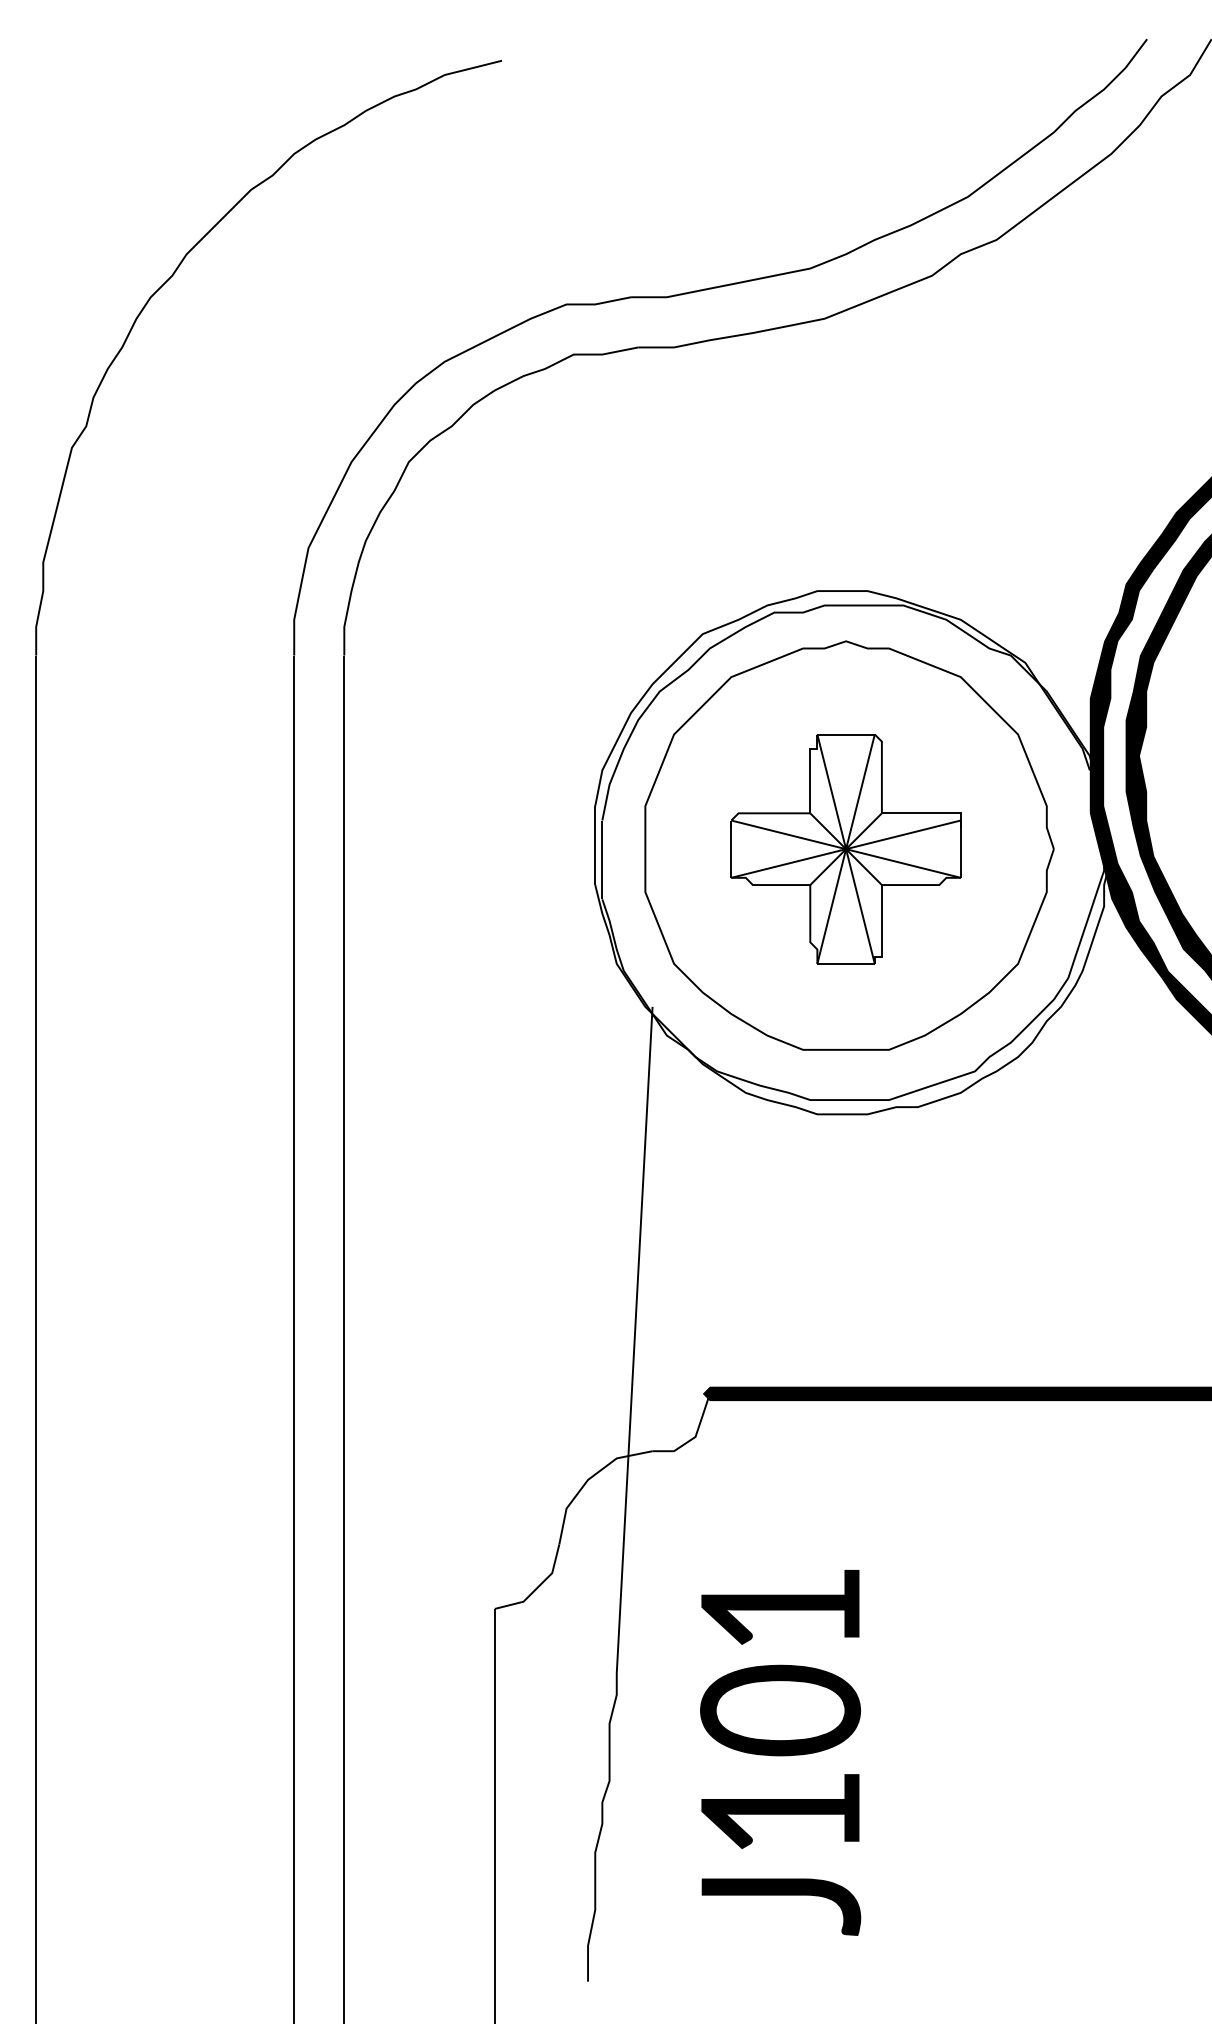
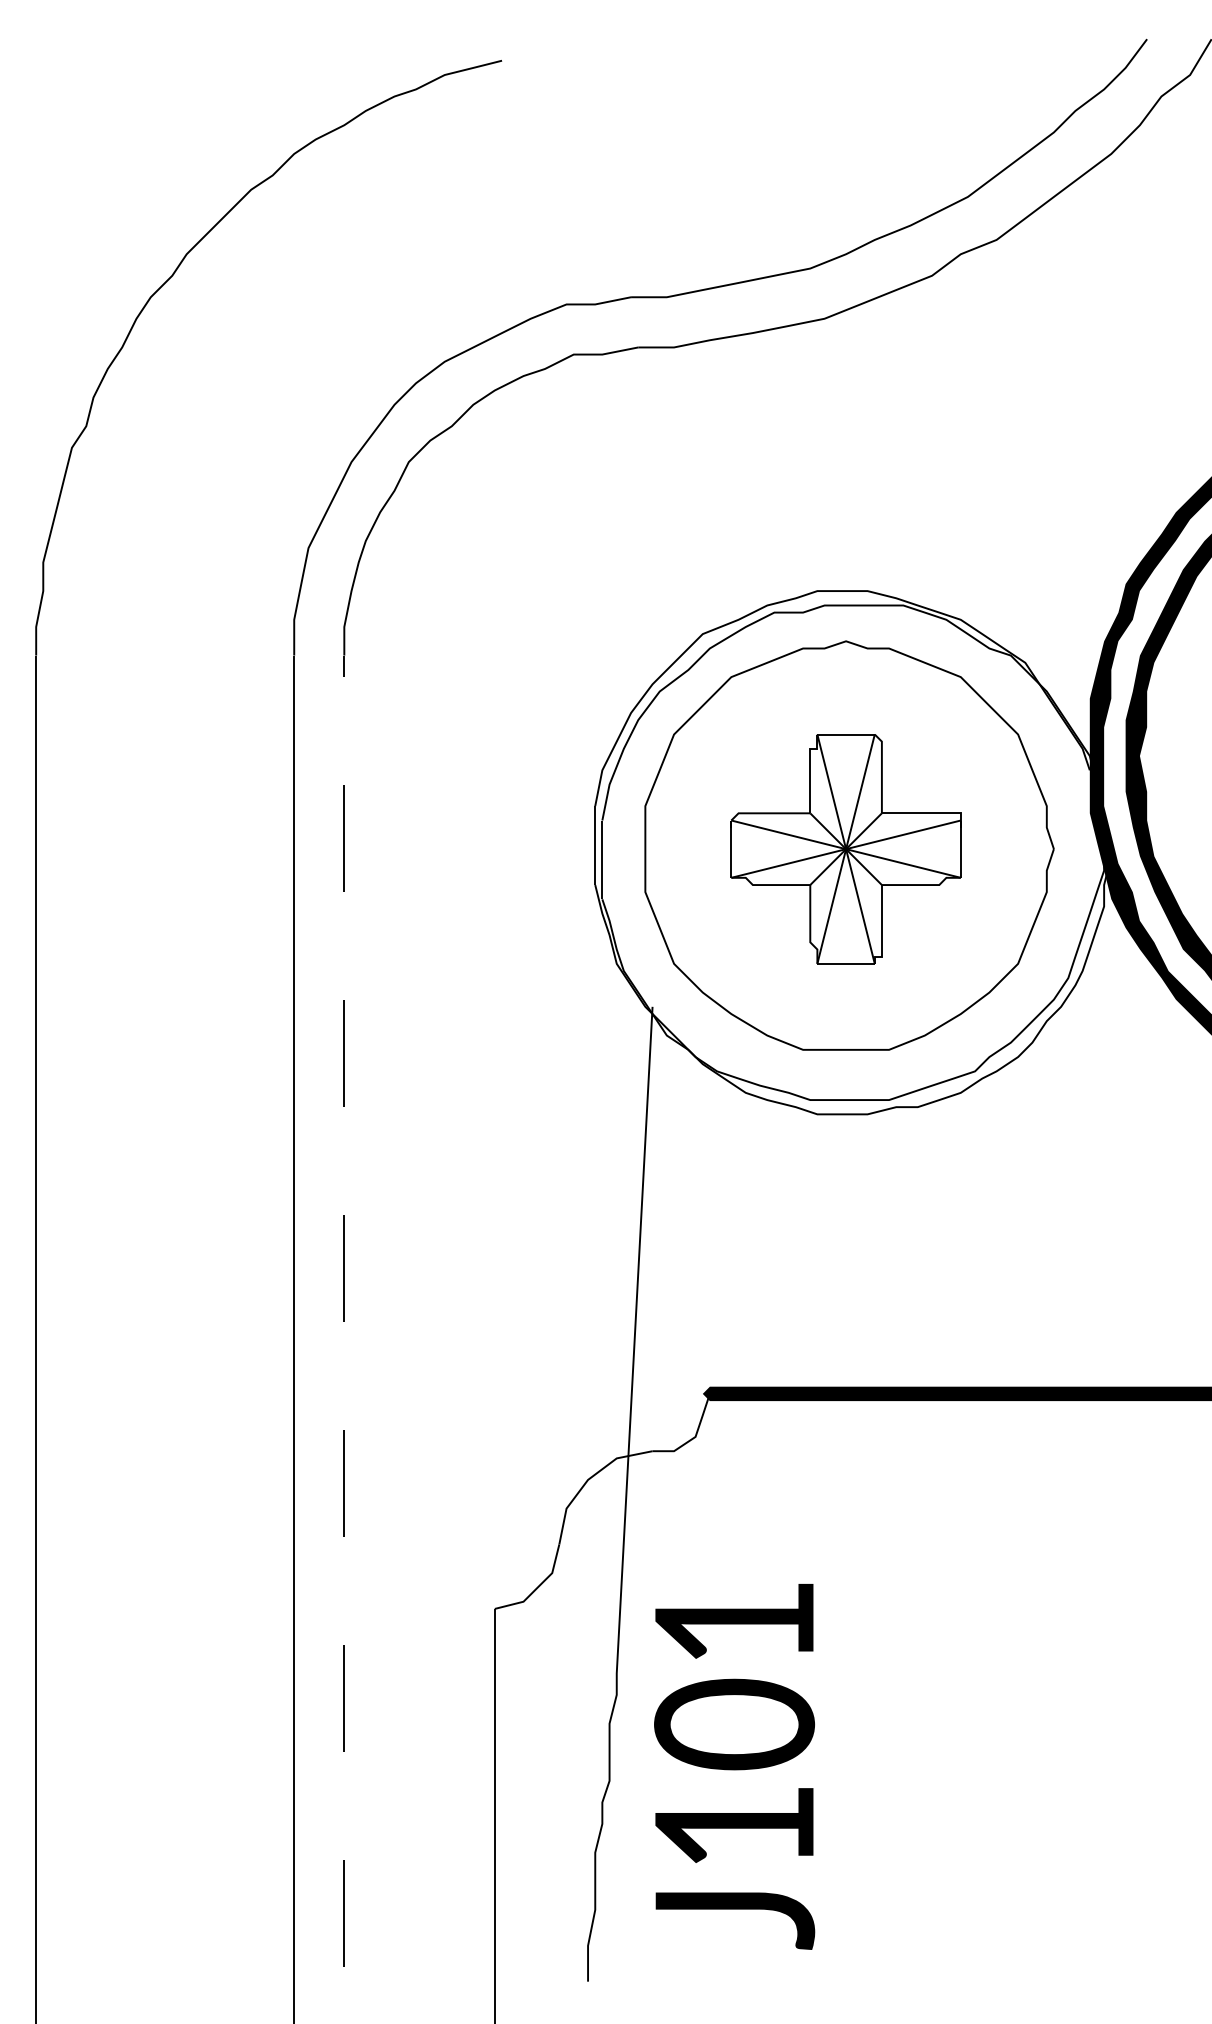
line at (344, 1339): solid -> dashed
text at (780, 1752) position: (780, 1752) -> (734, 1766)
